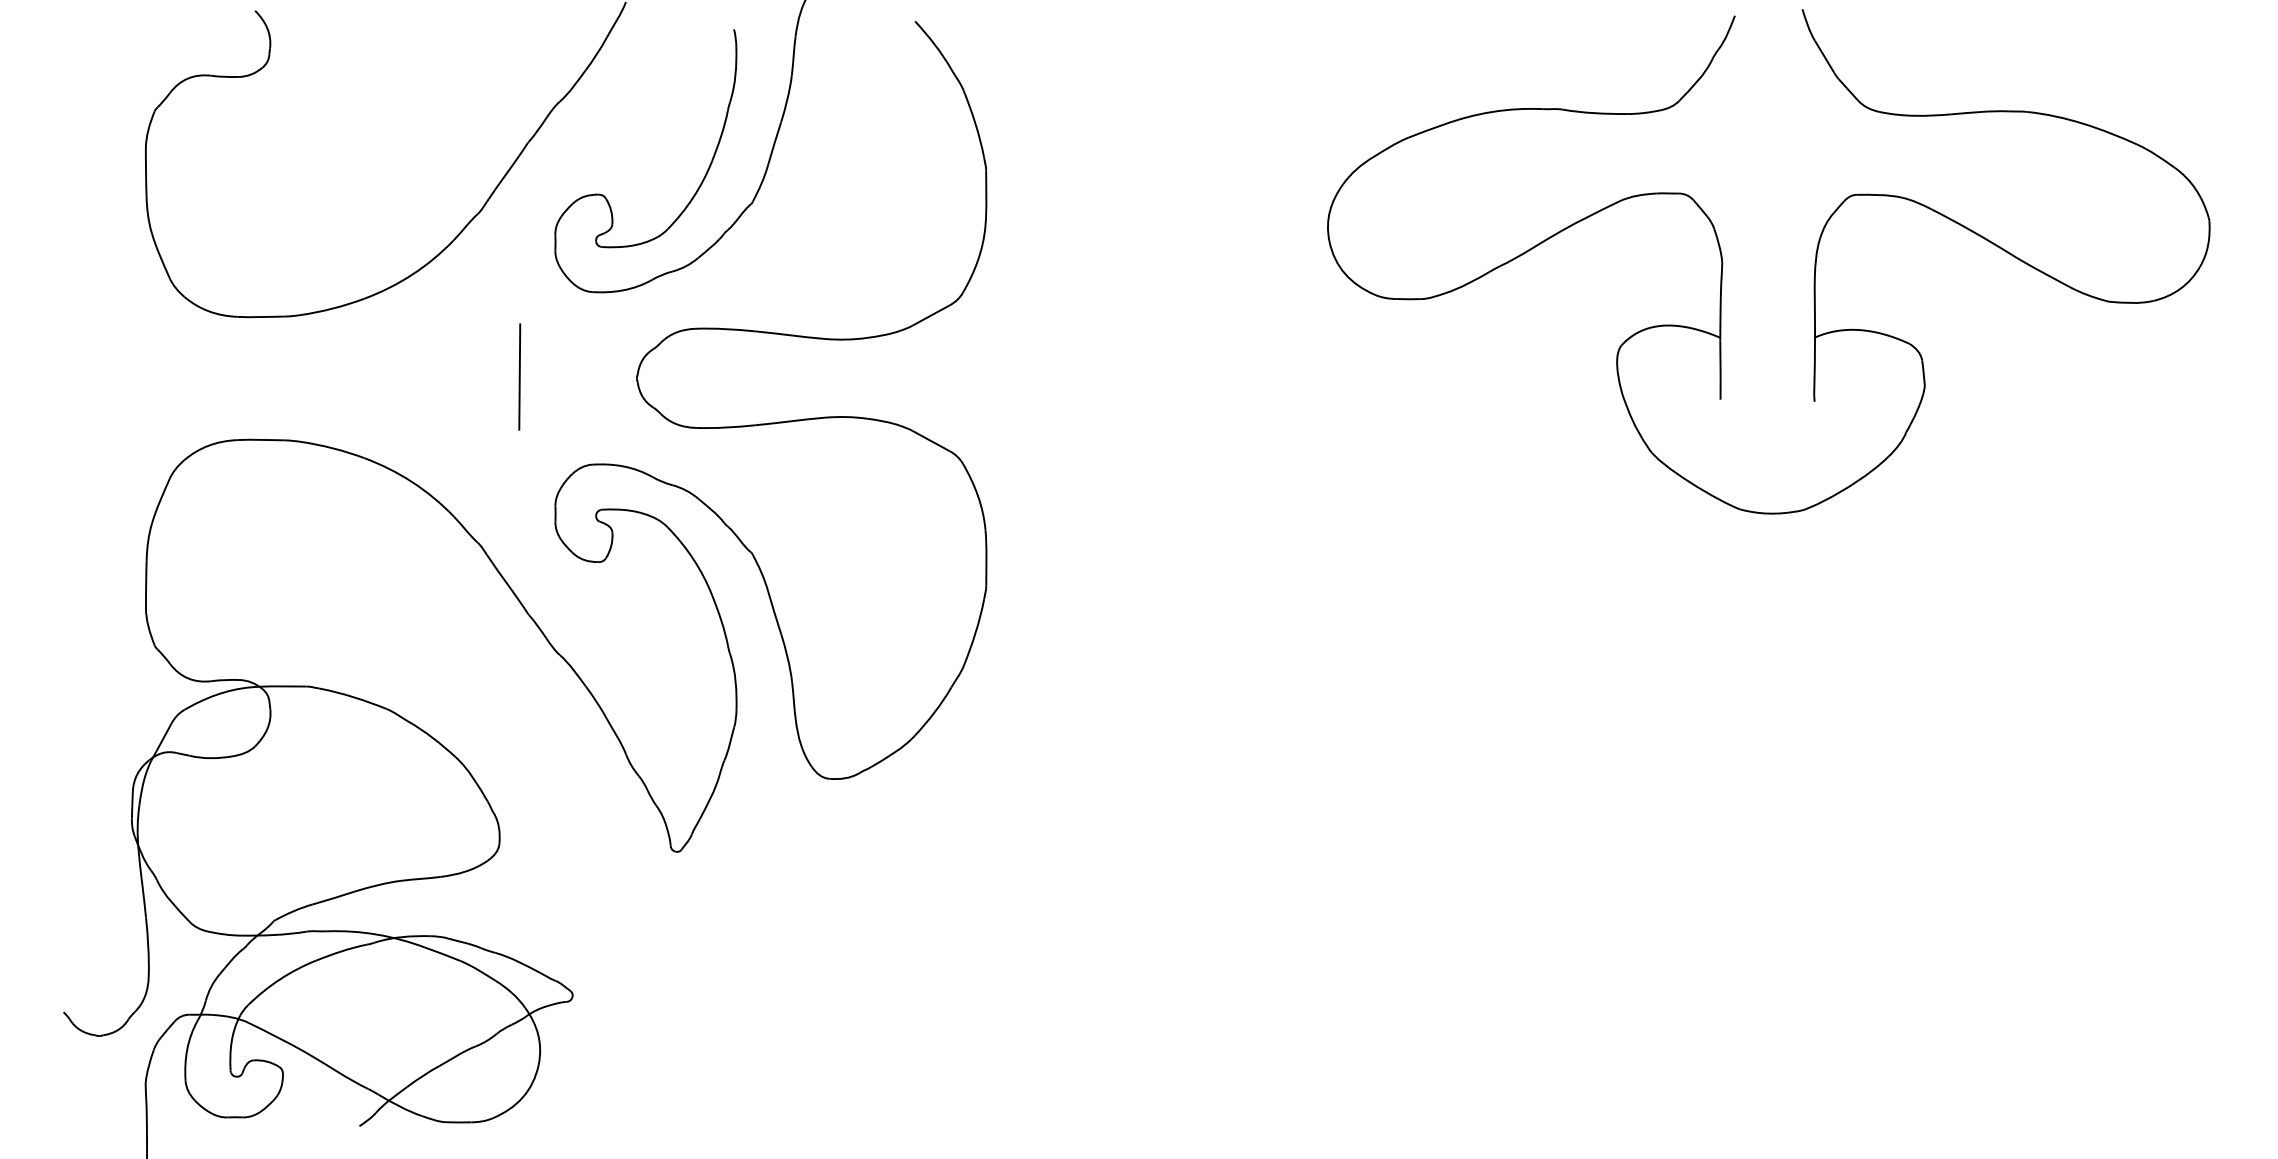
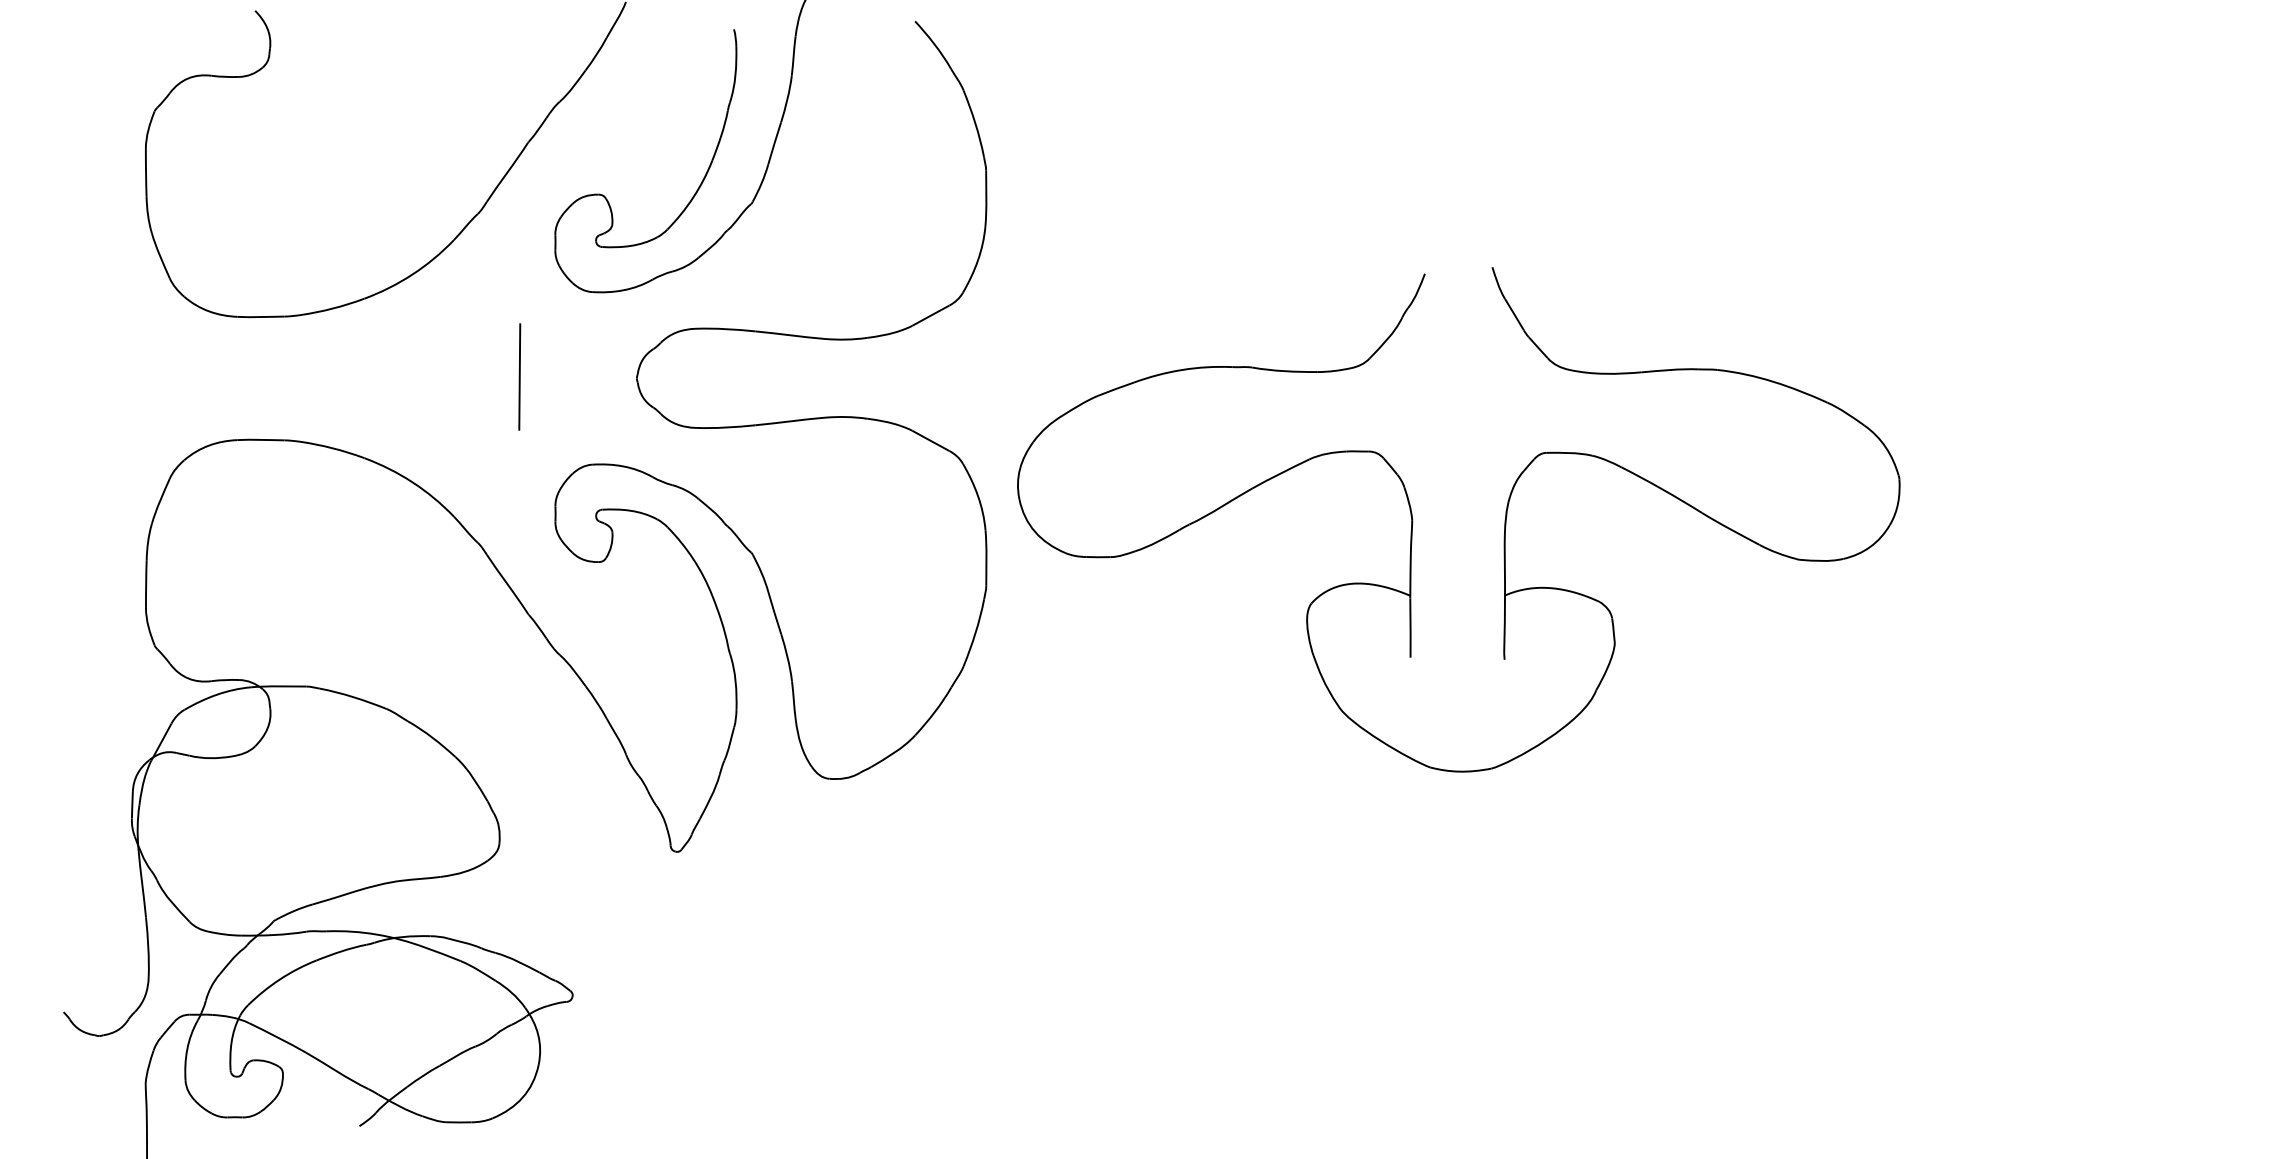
part at (1723, 261) position: (1723, 261) -> (1413, 519)
